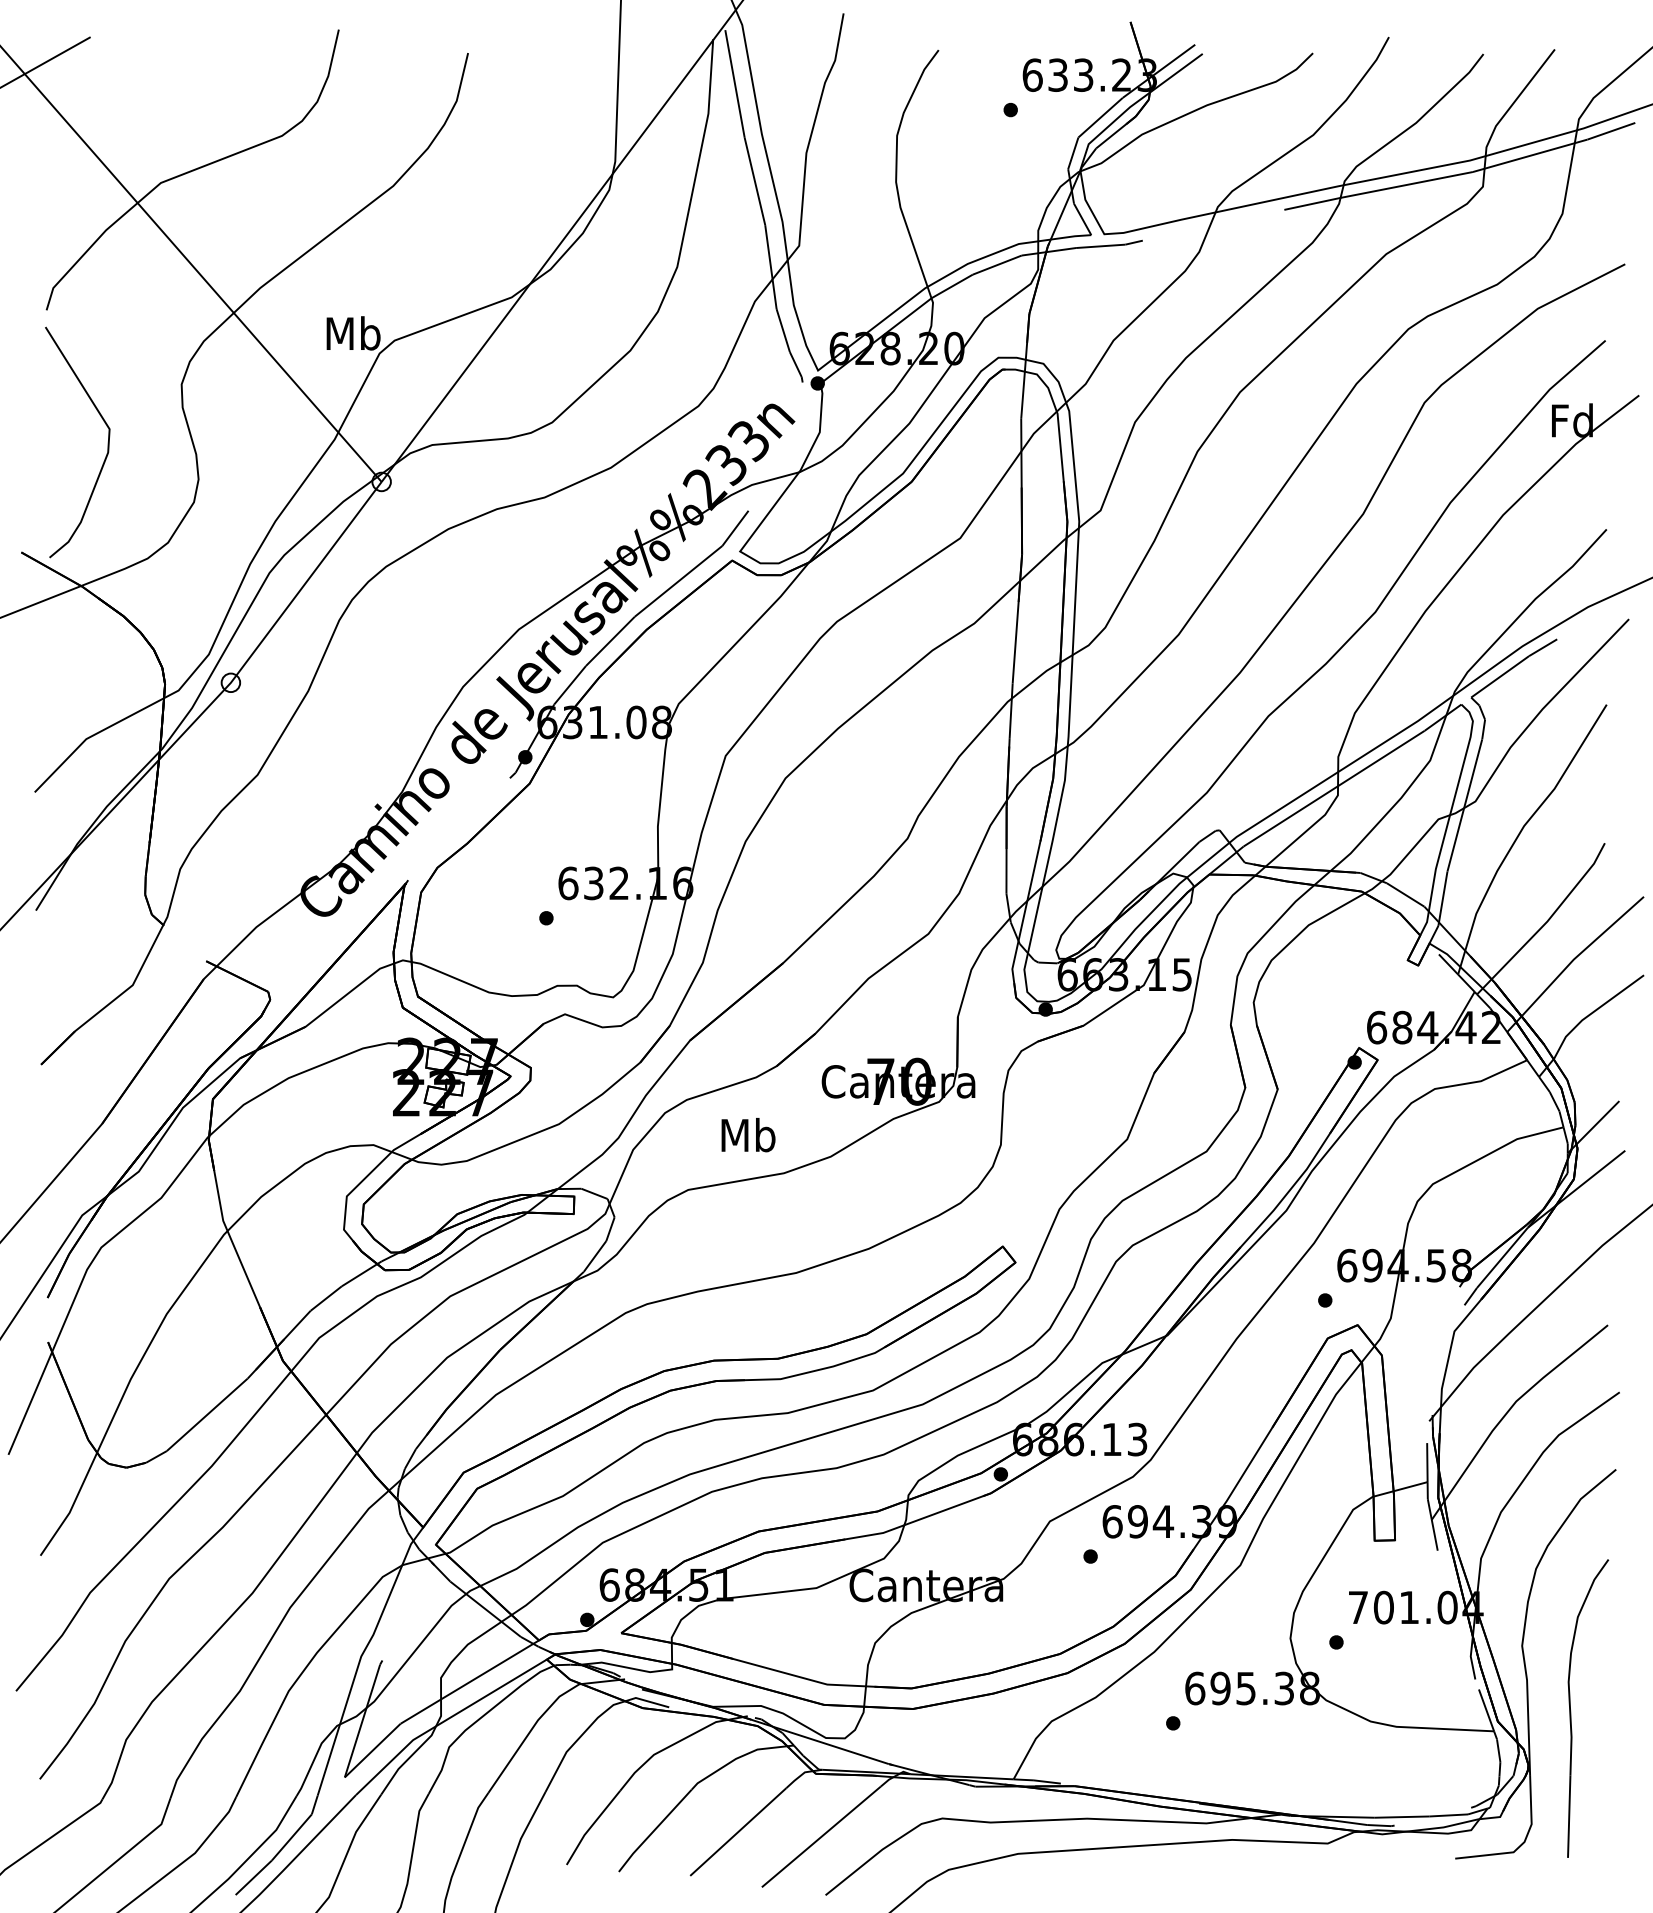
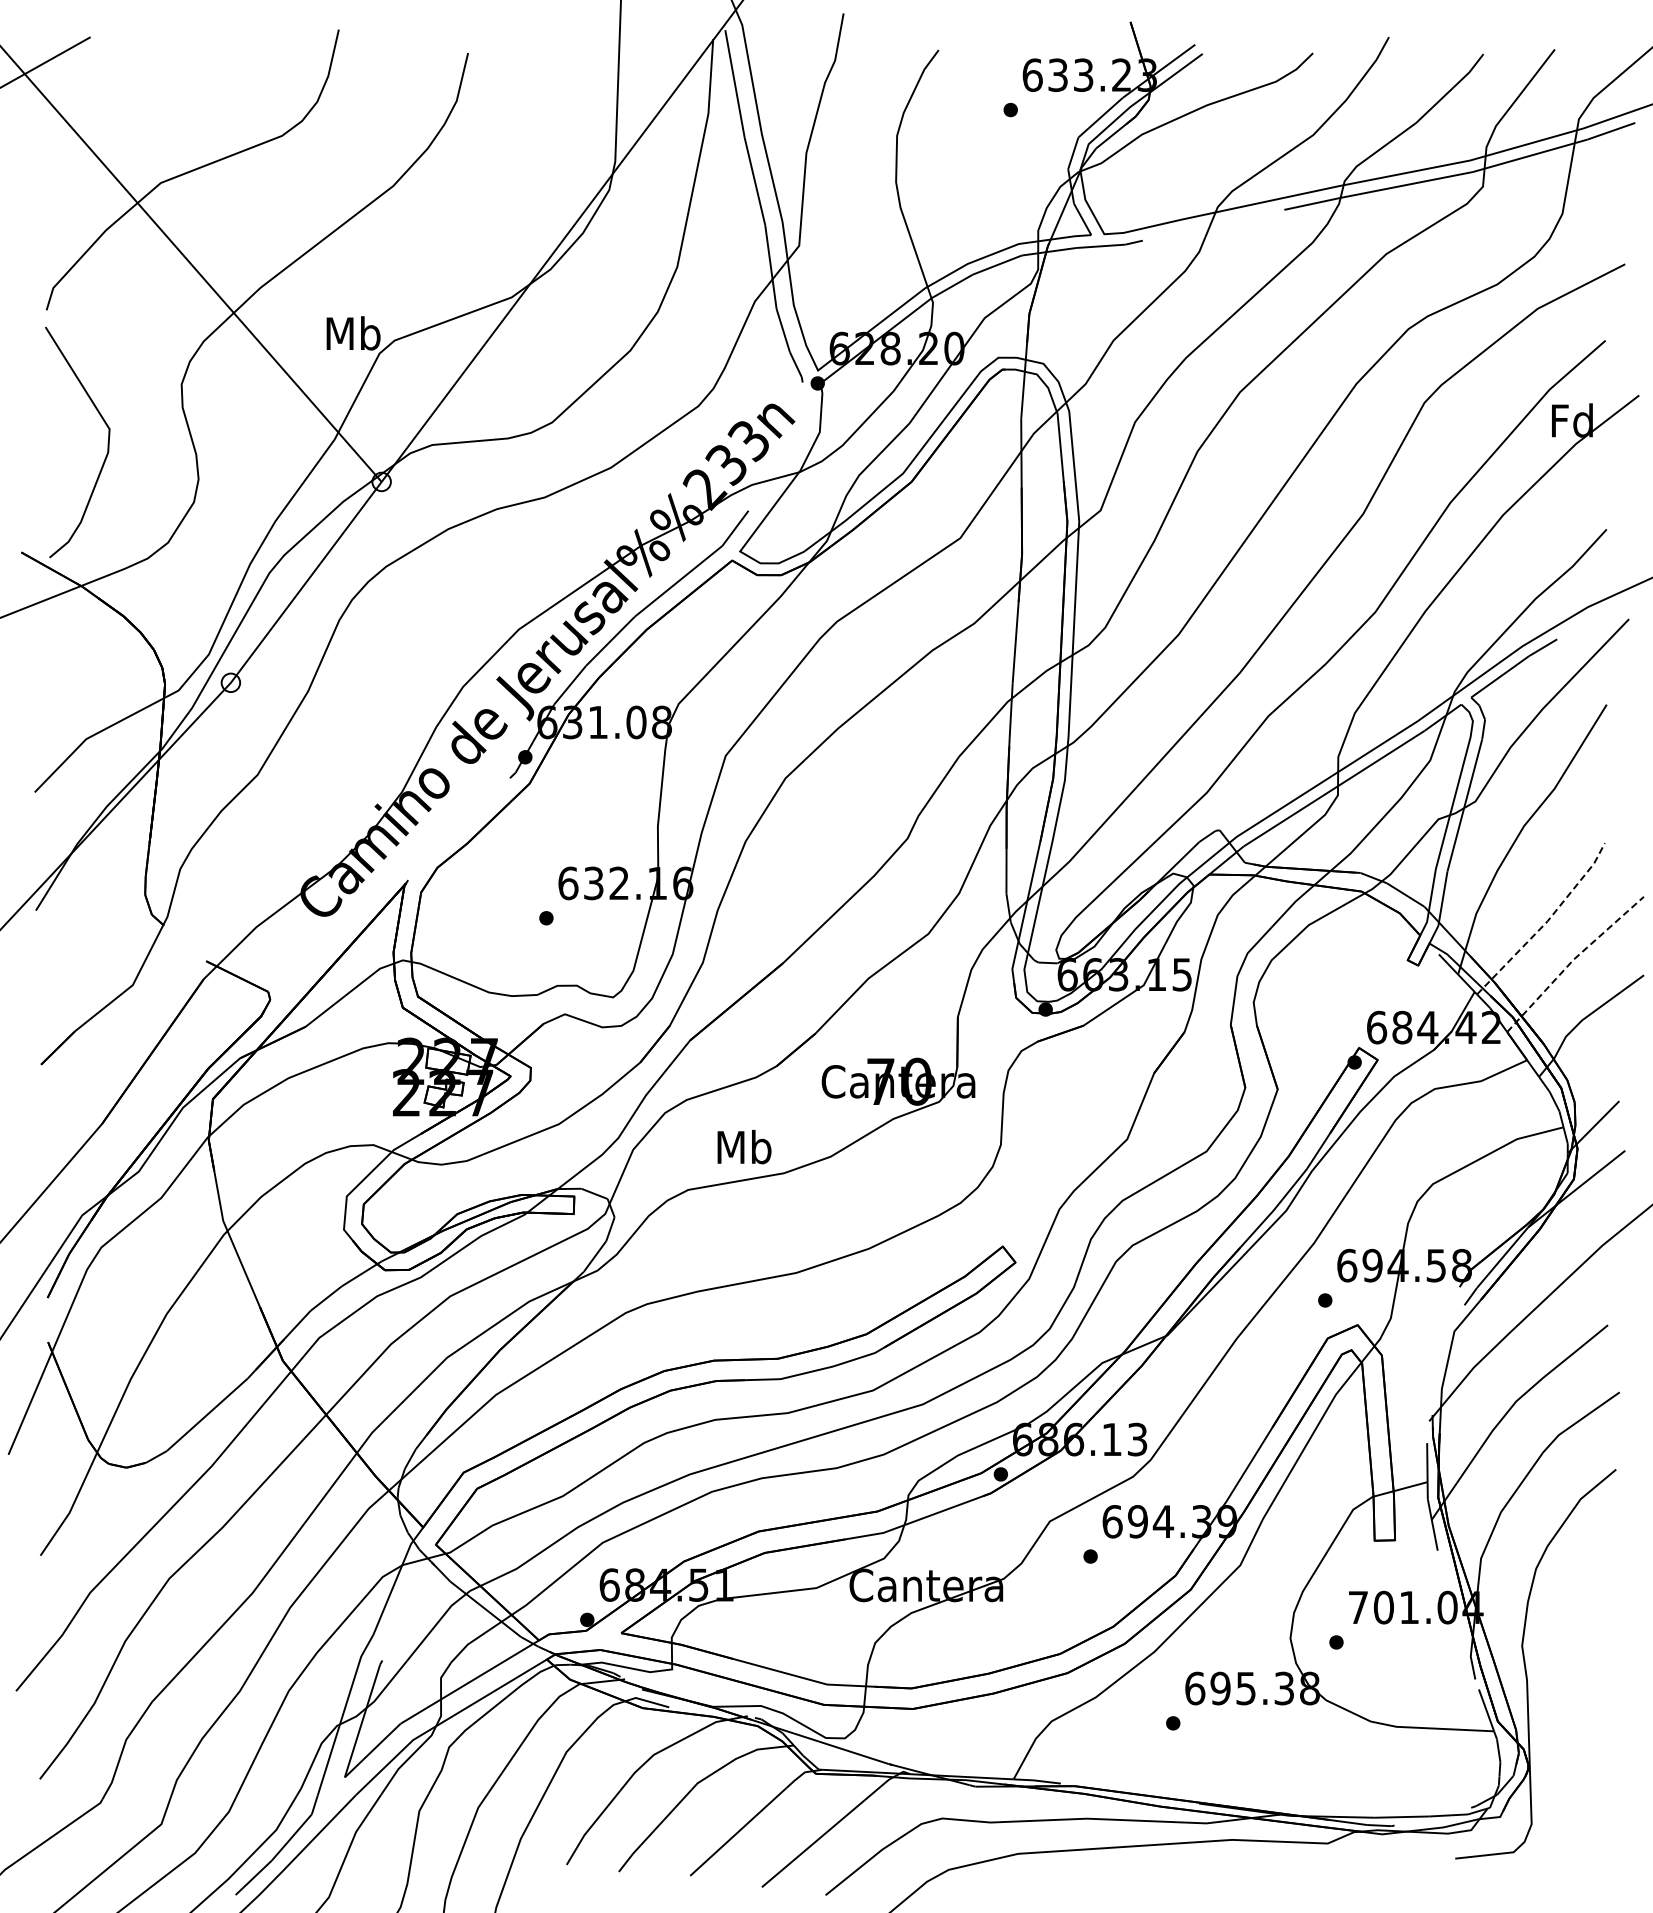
line at (1547, 921): solid -> dashed
line at (1573, 960): solid -> dashed
text at (748, 1135) position: (748, 1135) -> (744, 1147)
part at (1571, 1711): present -> none
